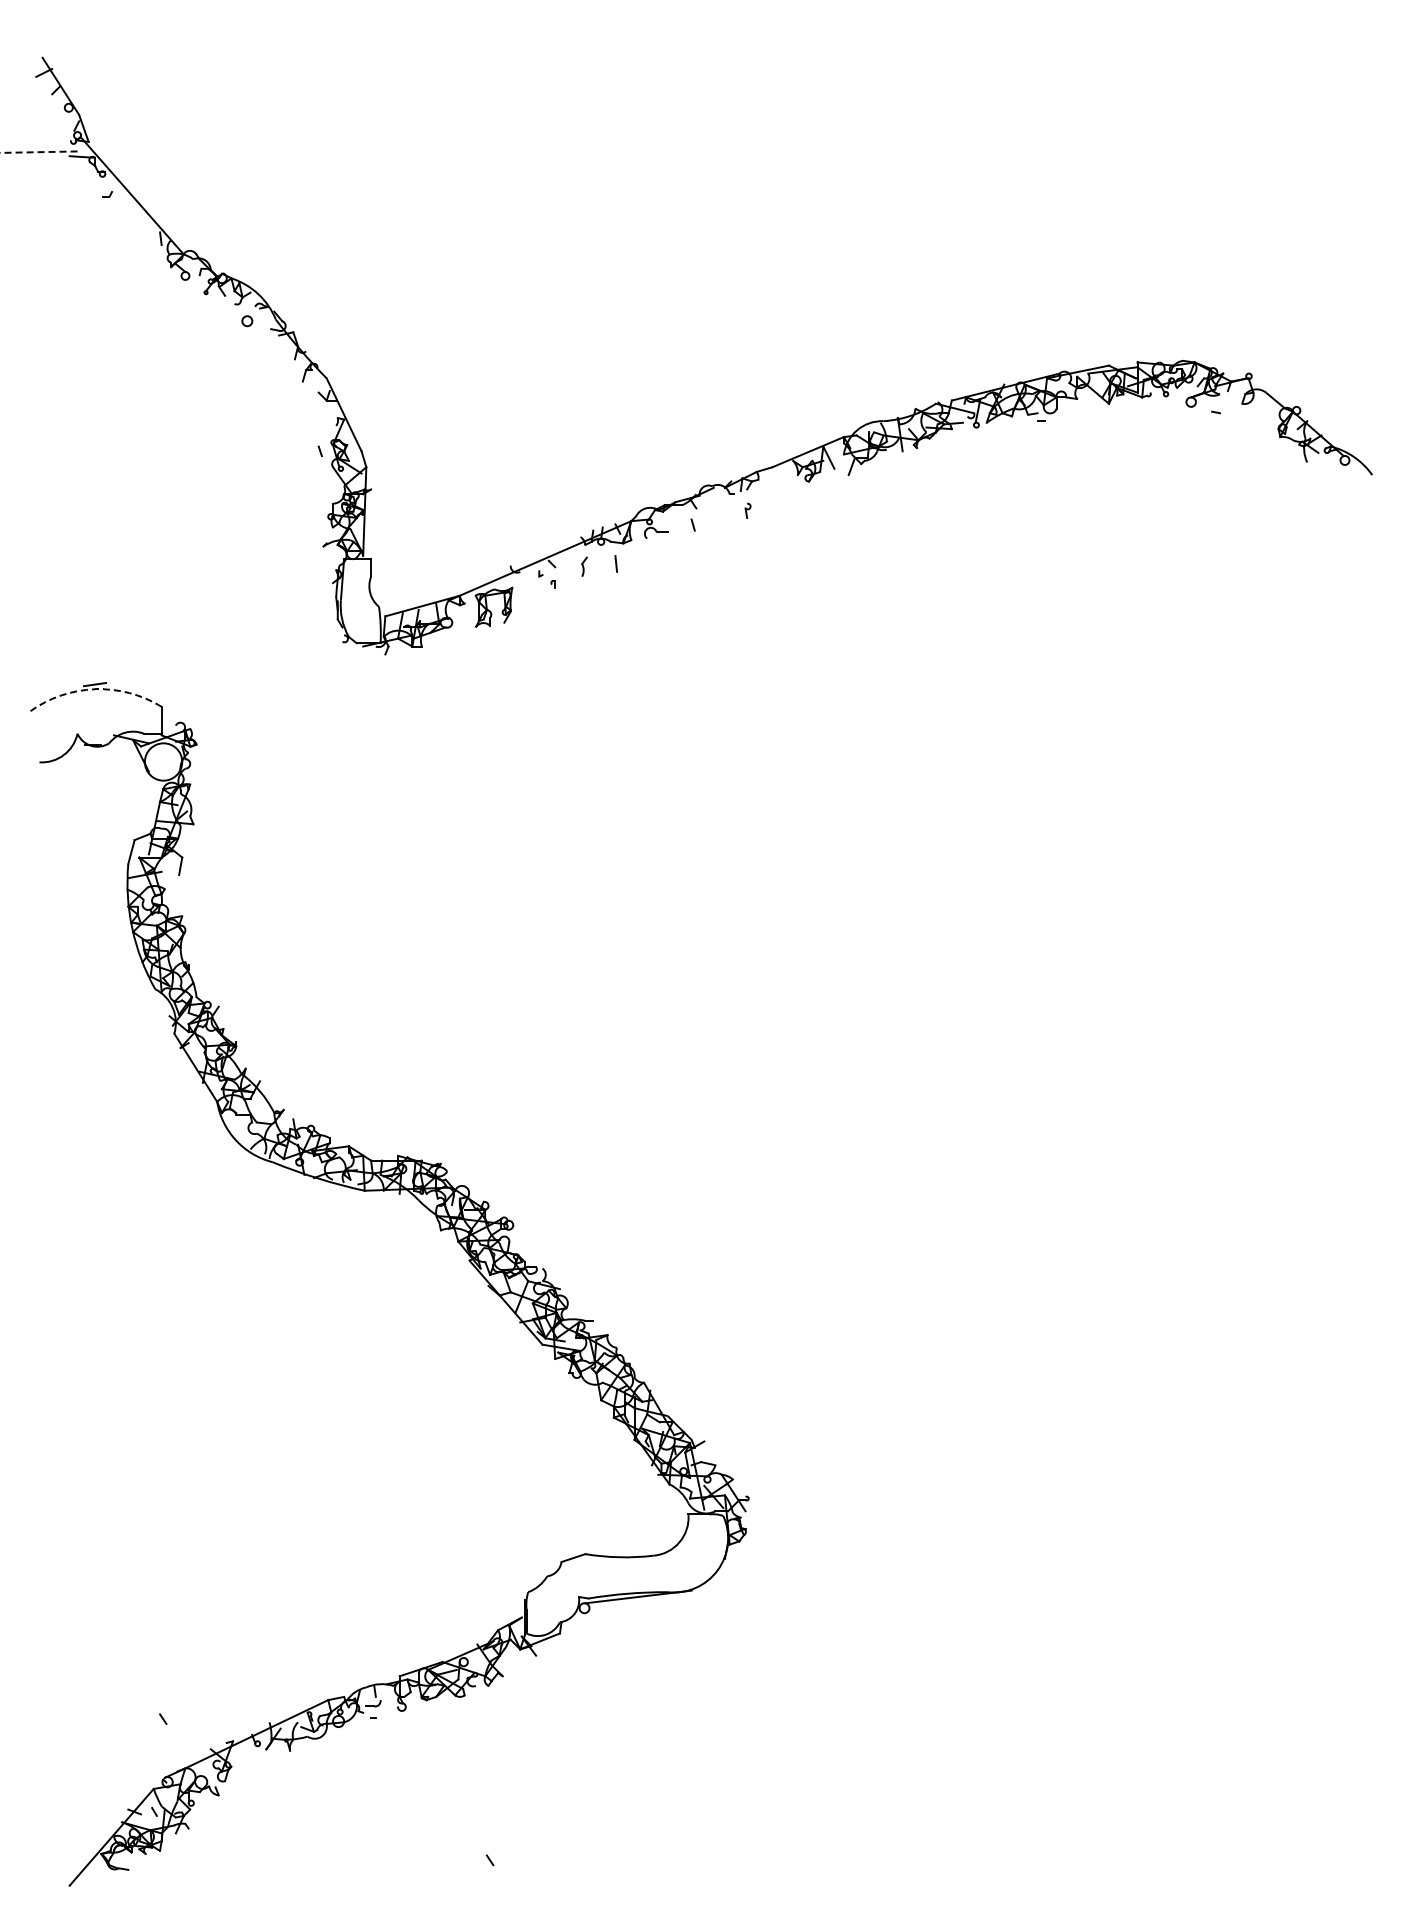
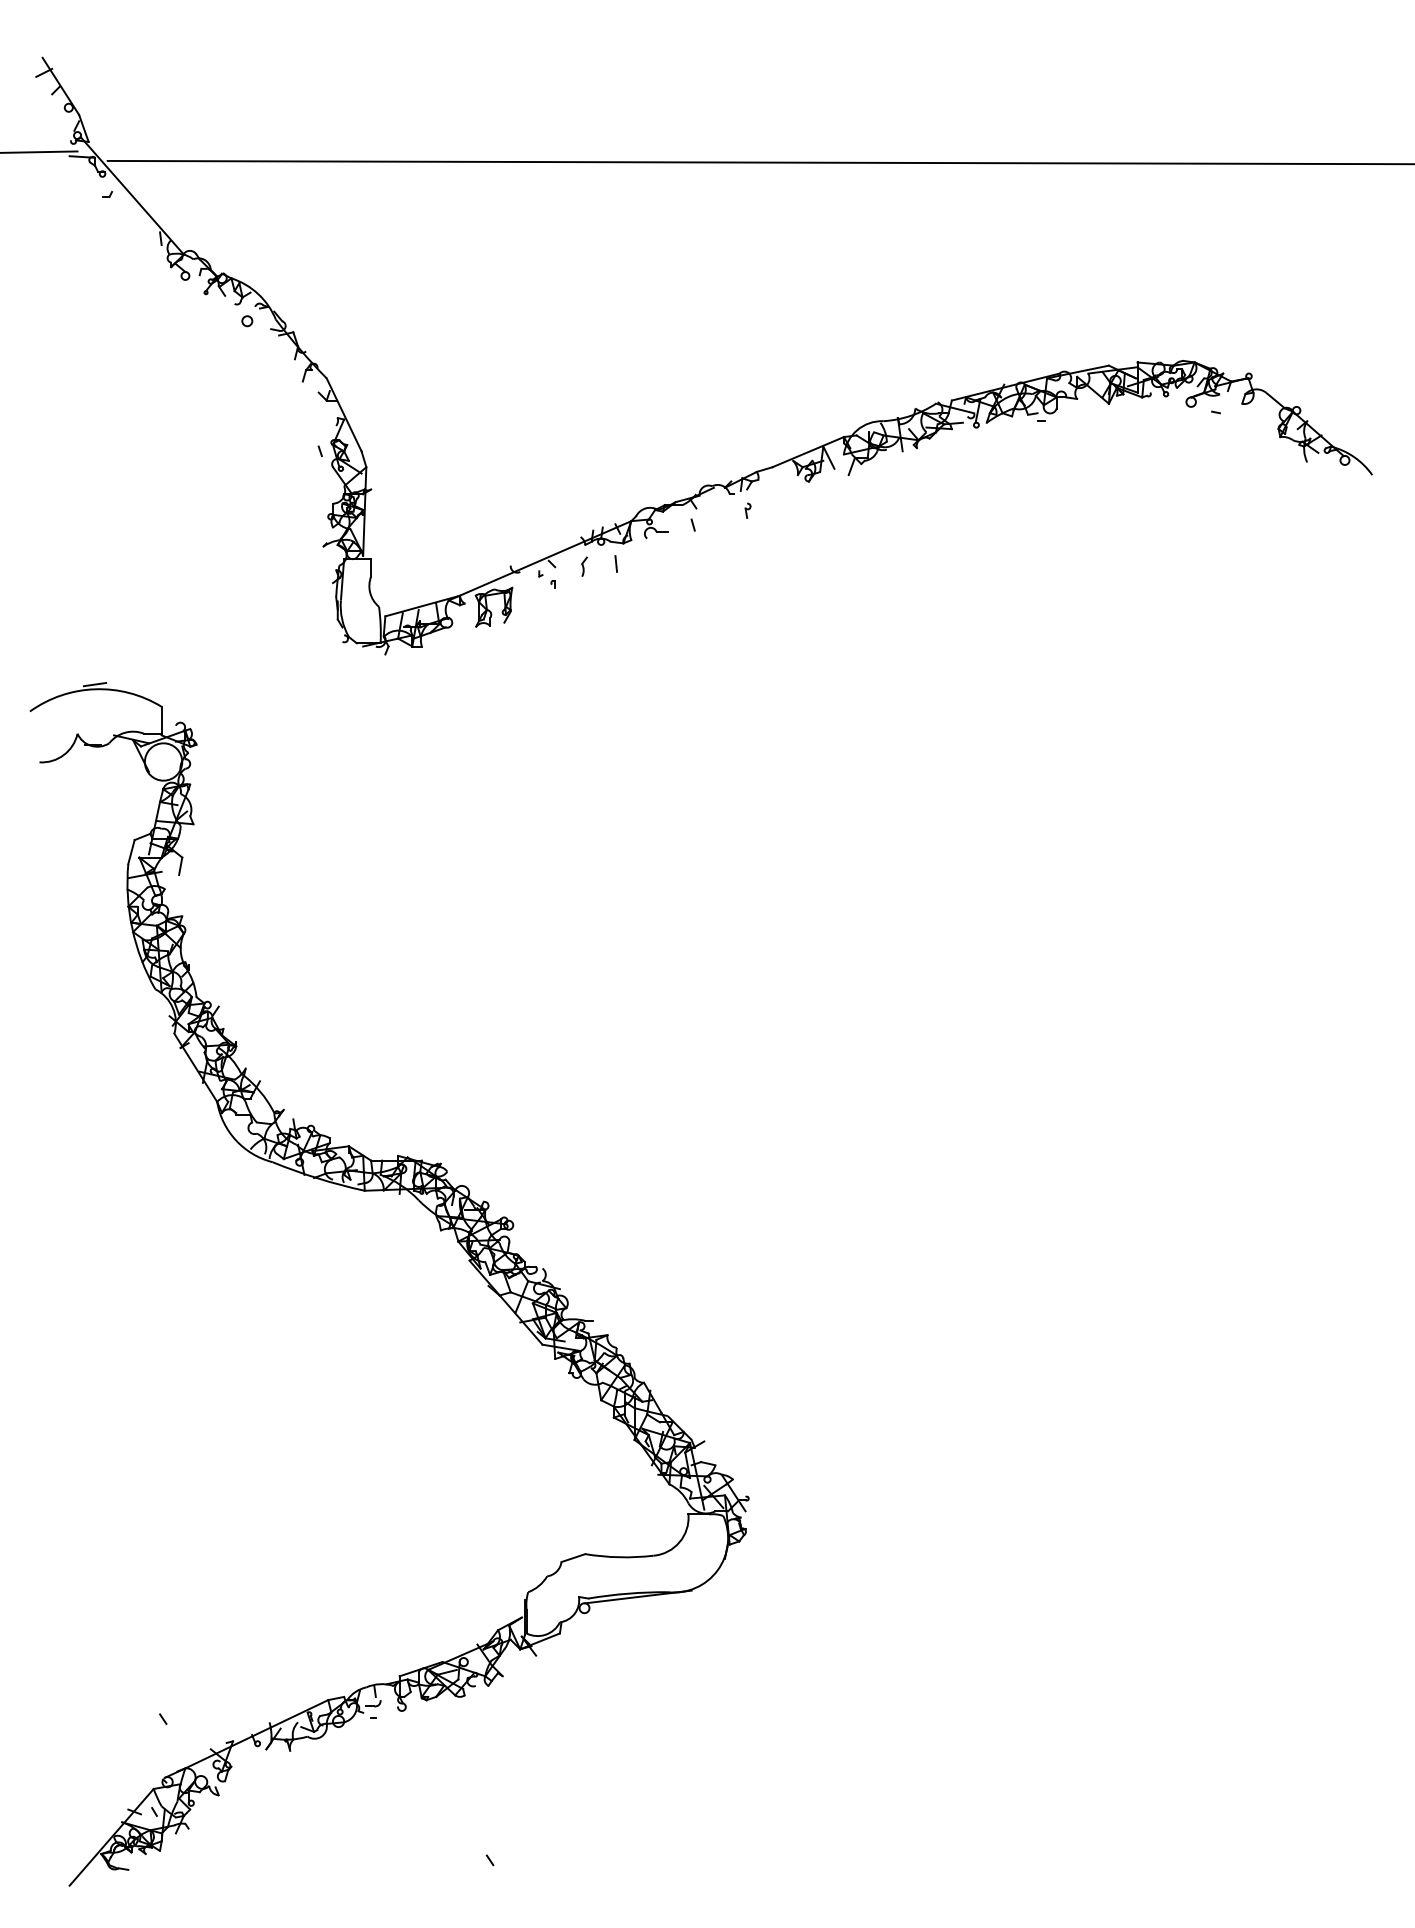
line at (38, 152): dashed -> solid
line at (759, 162): none -> present
arc at (95, 689): dashed -> solid
